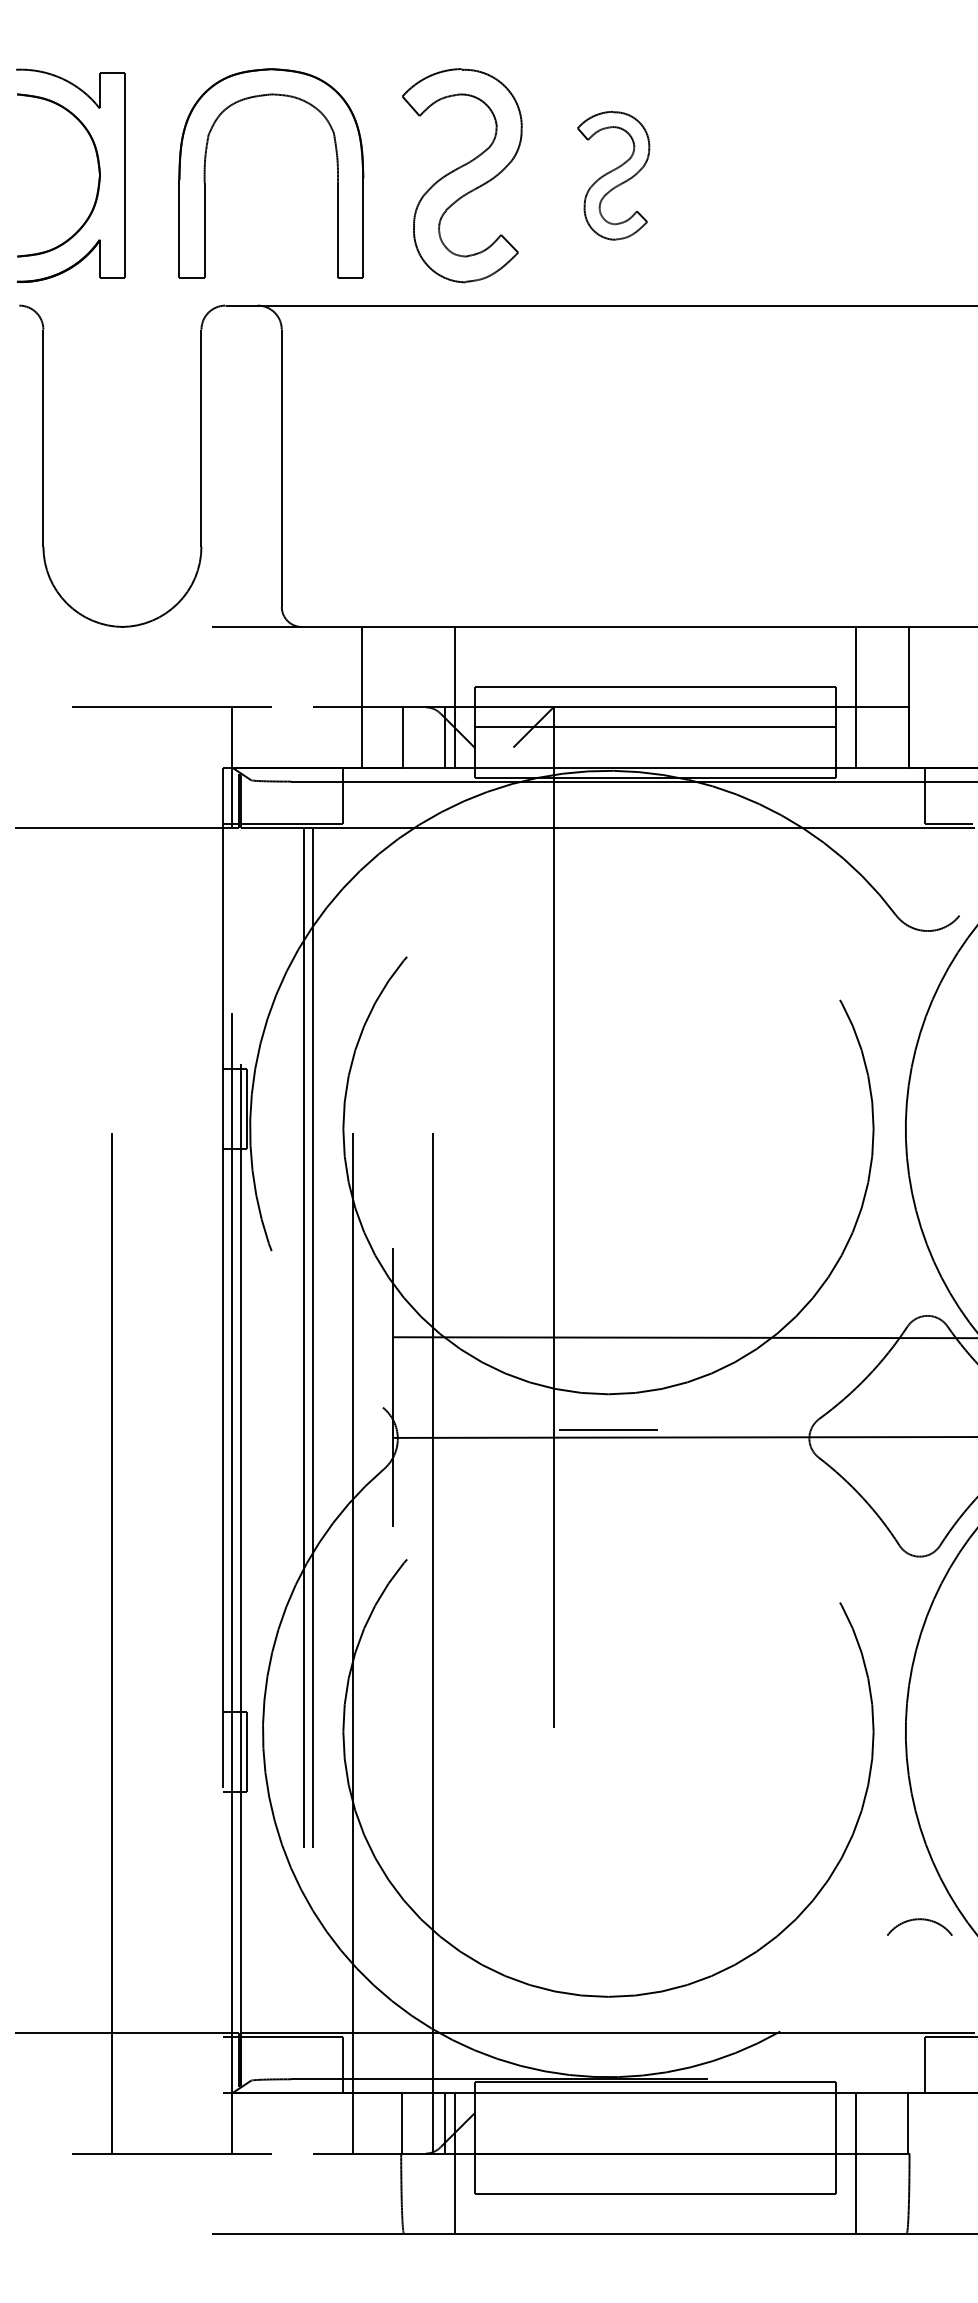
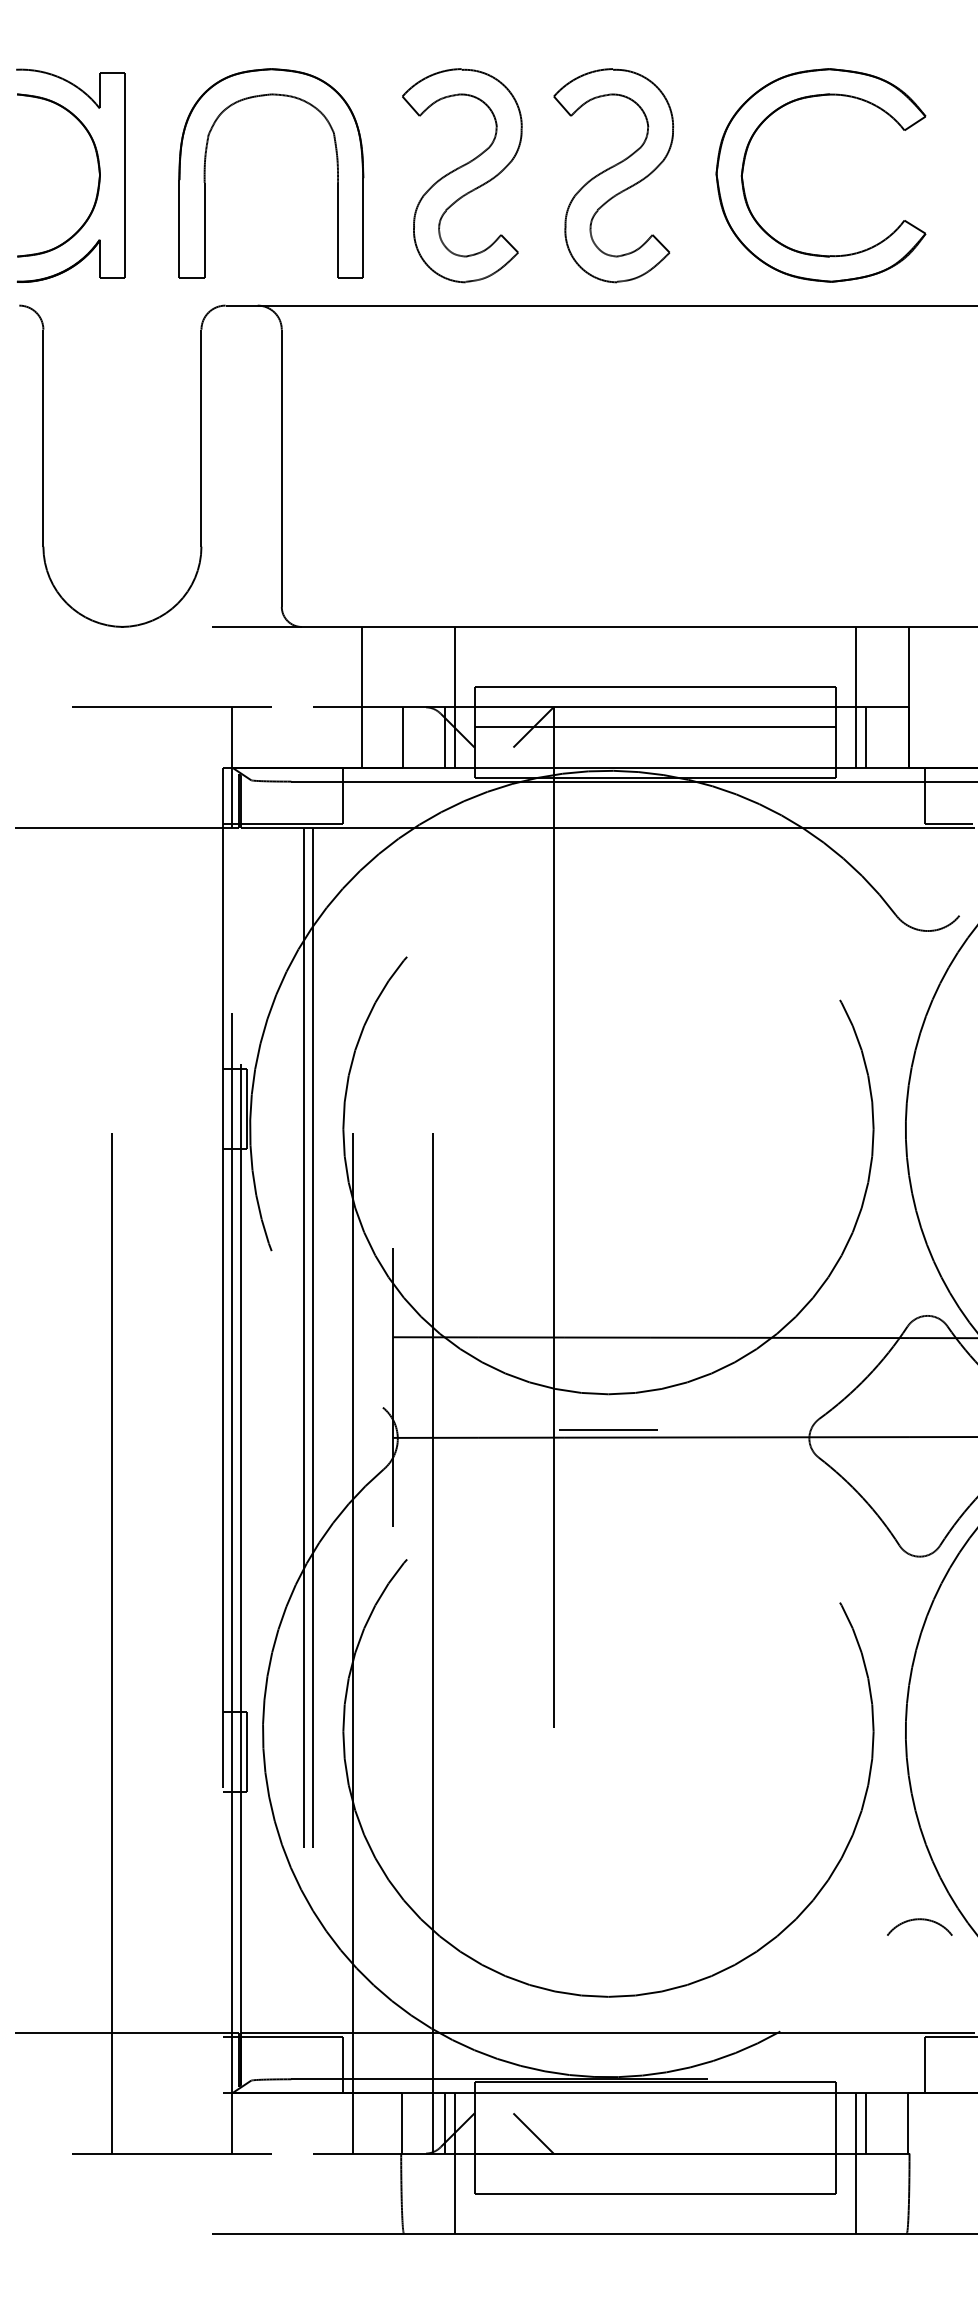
part at (745, 160): none -> present
part at (613, 175) size: 74x130 px -> 121x216 px
line at (866, 737): none -> present
line at (865, 2123): none -> present
line at (533, 2133): none -> present
